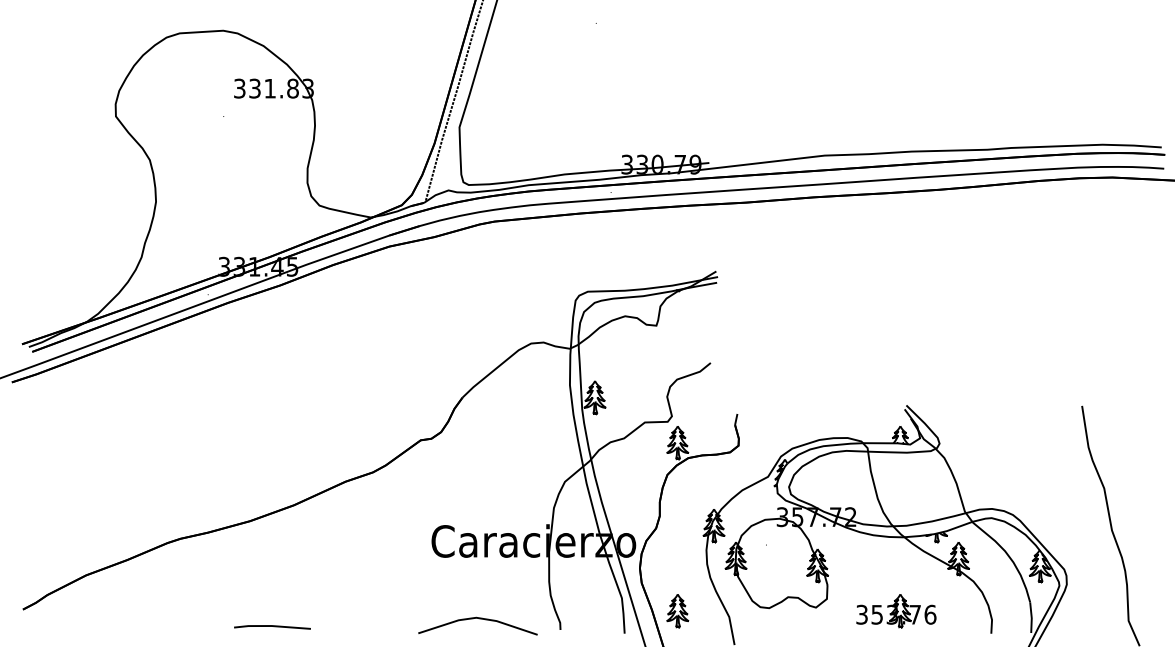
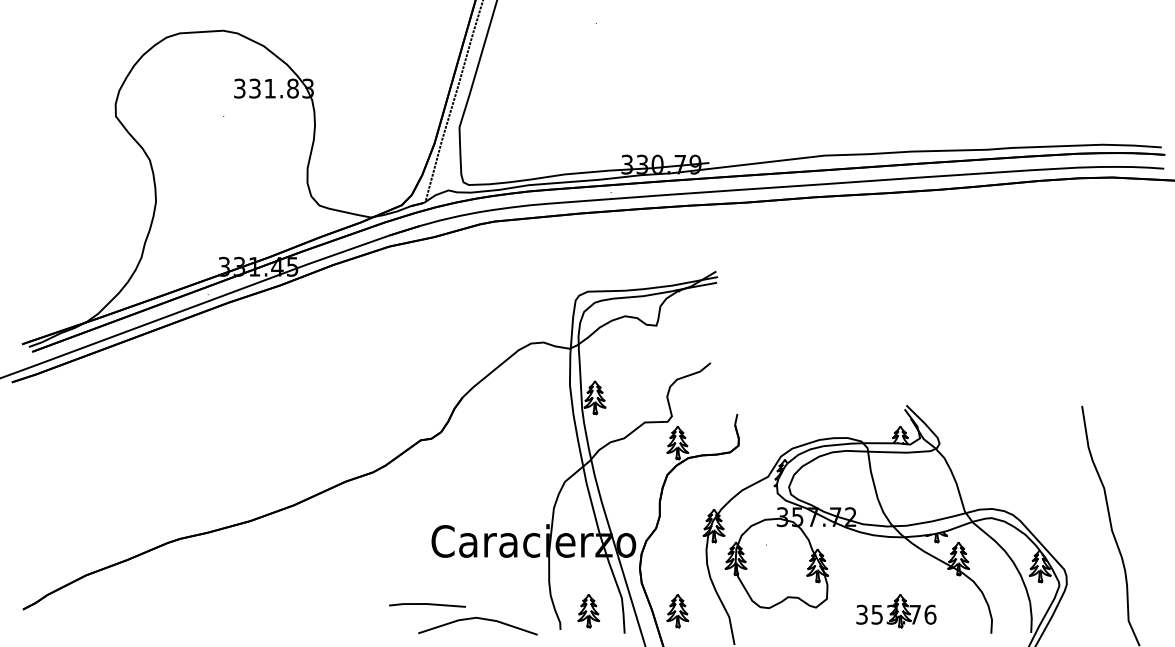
part at (588, 611): none -> present
line at (272, 626) position: (272, 626) -> (427, 604)
